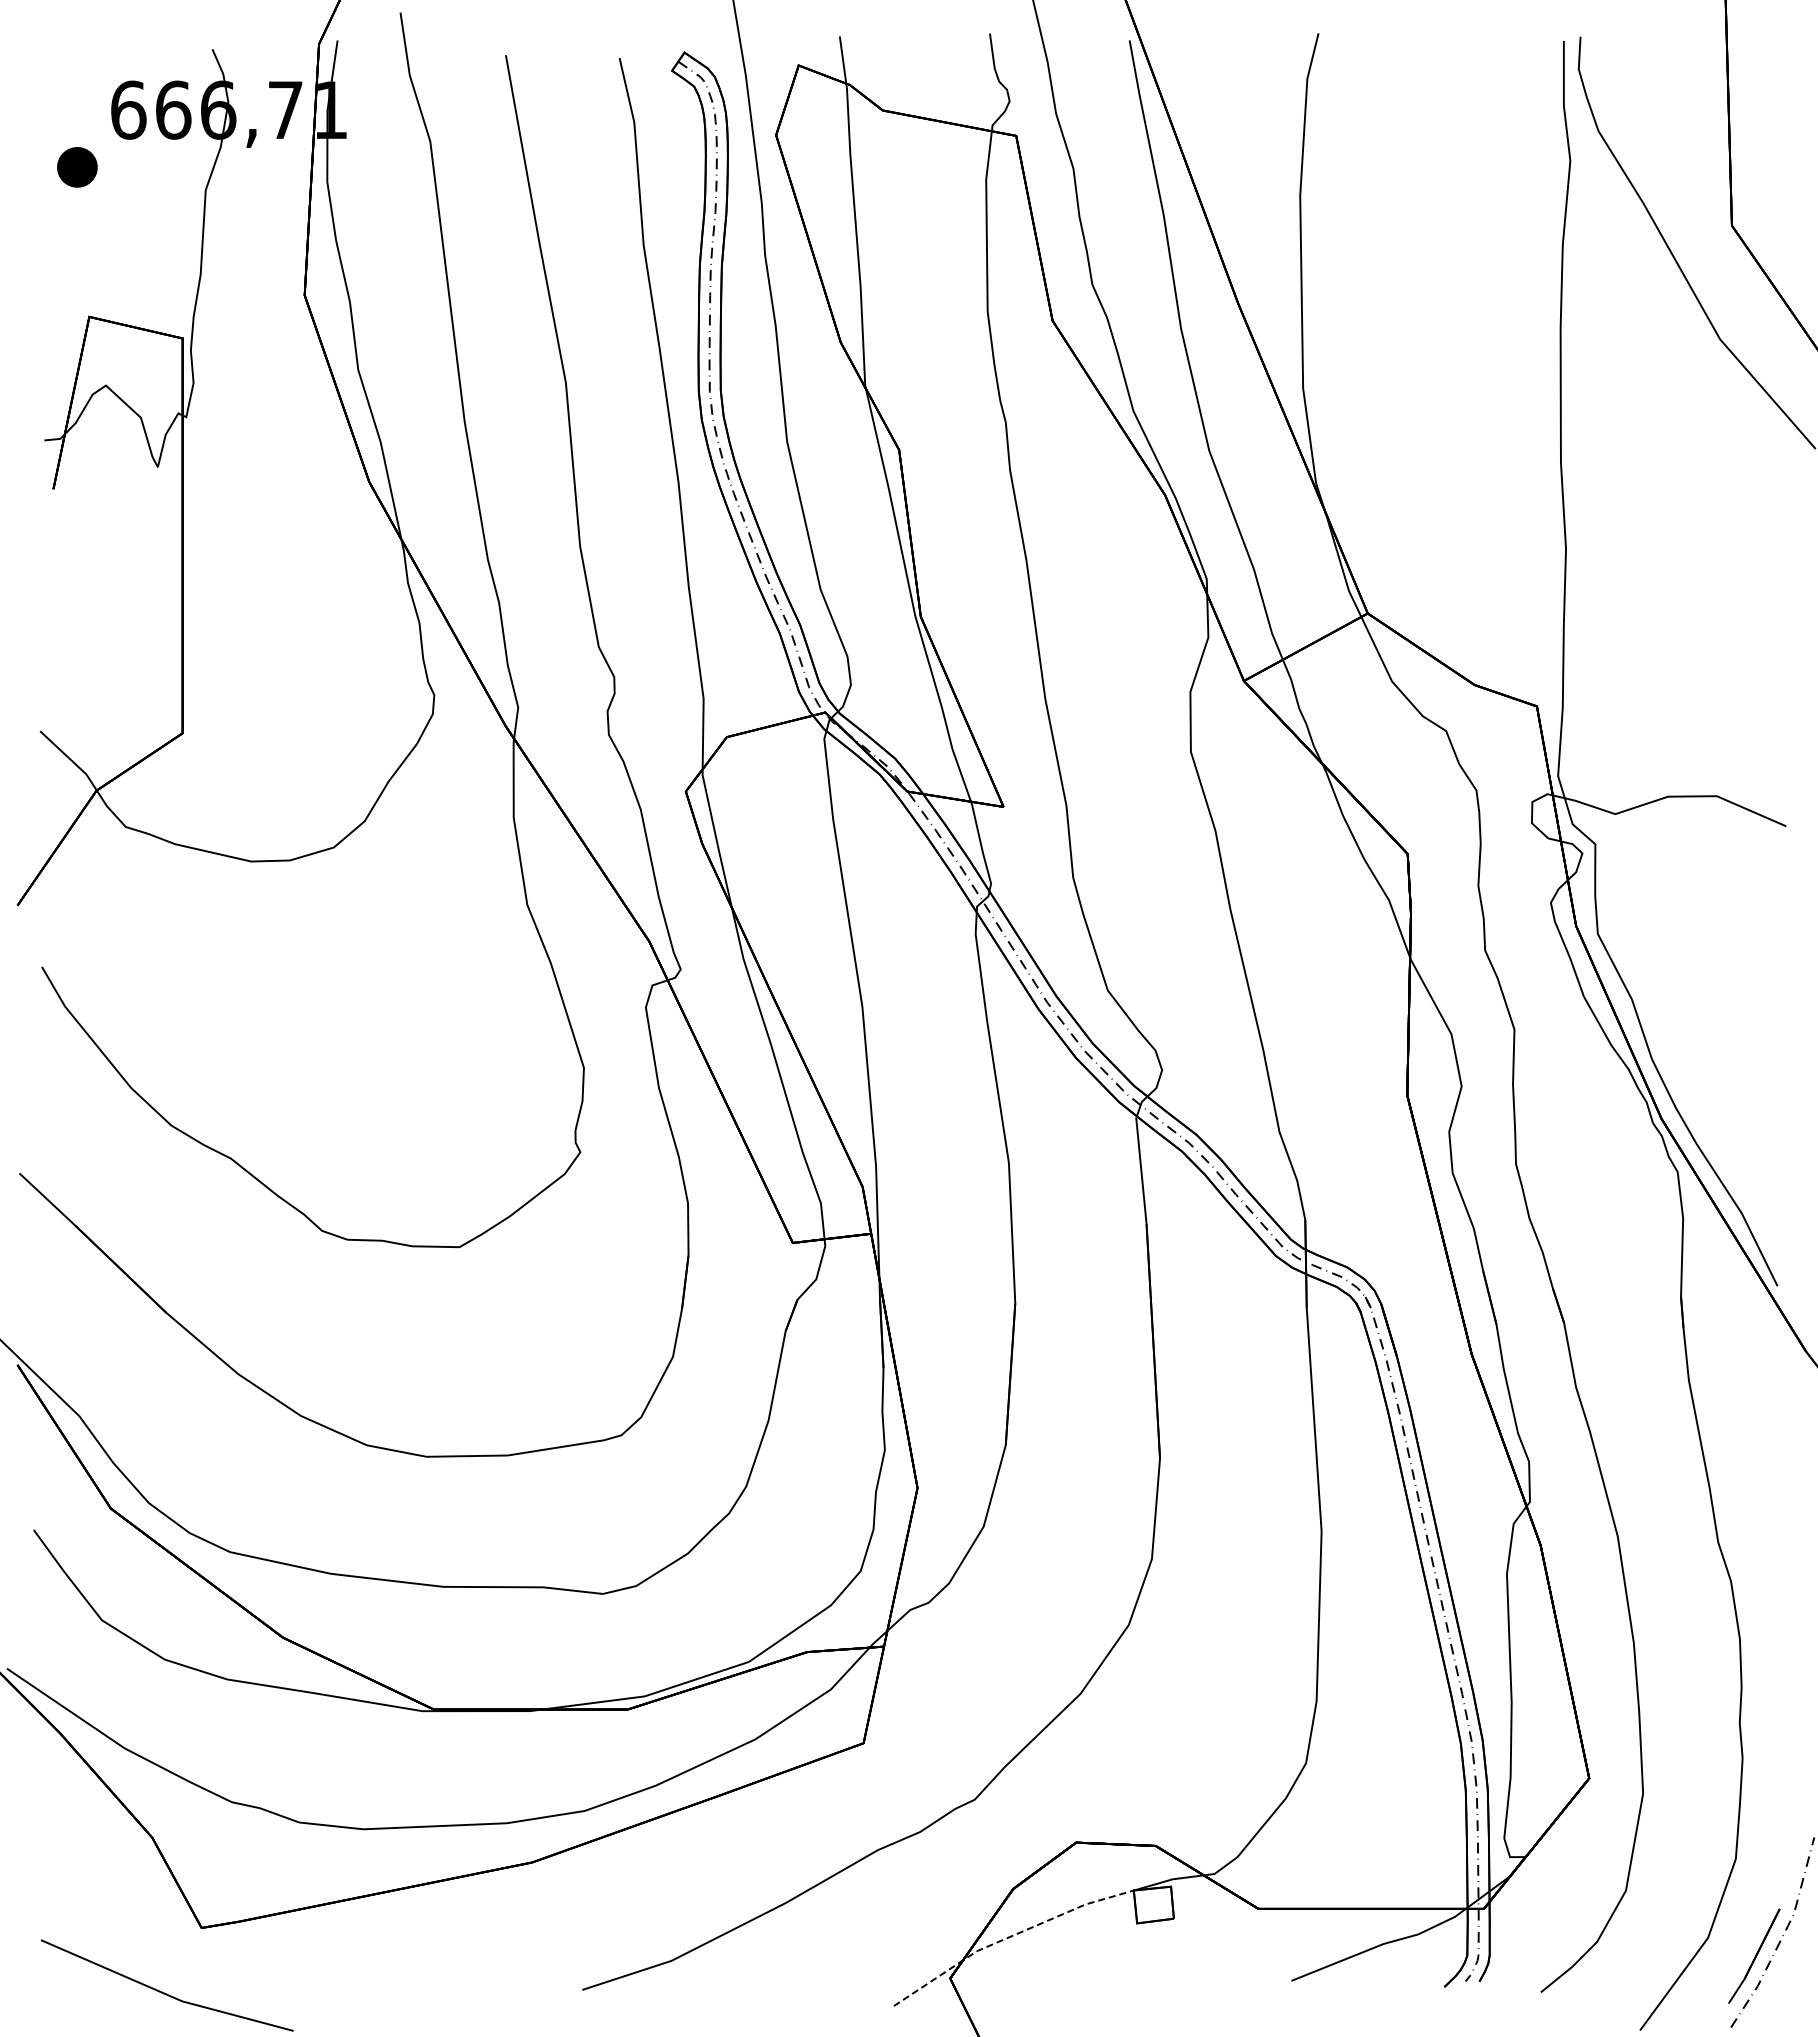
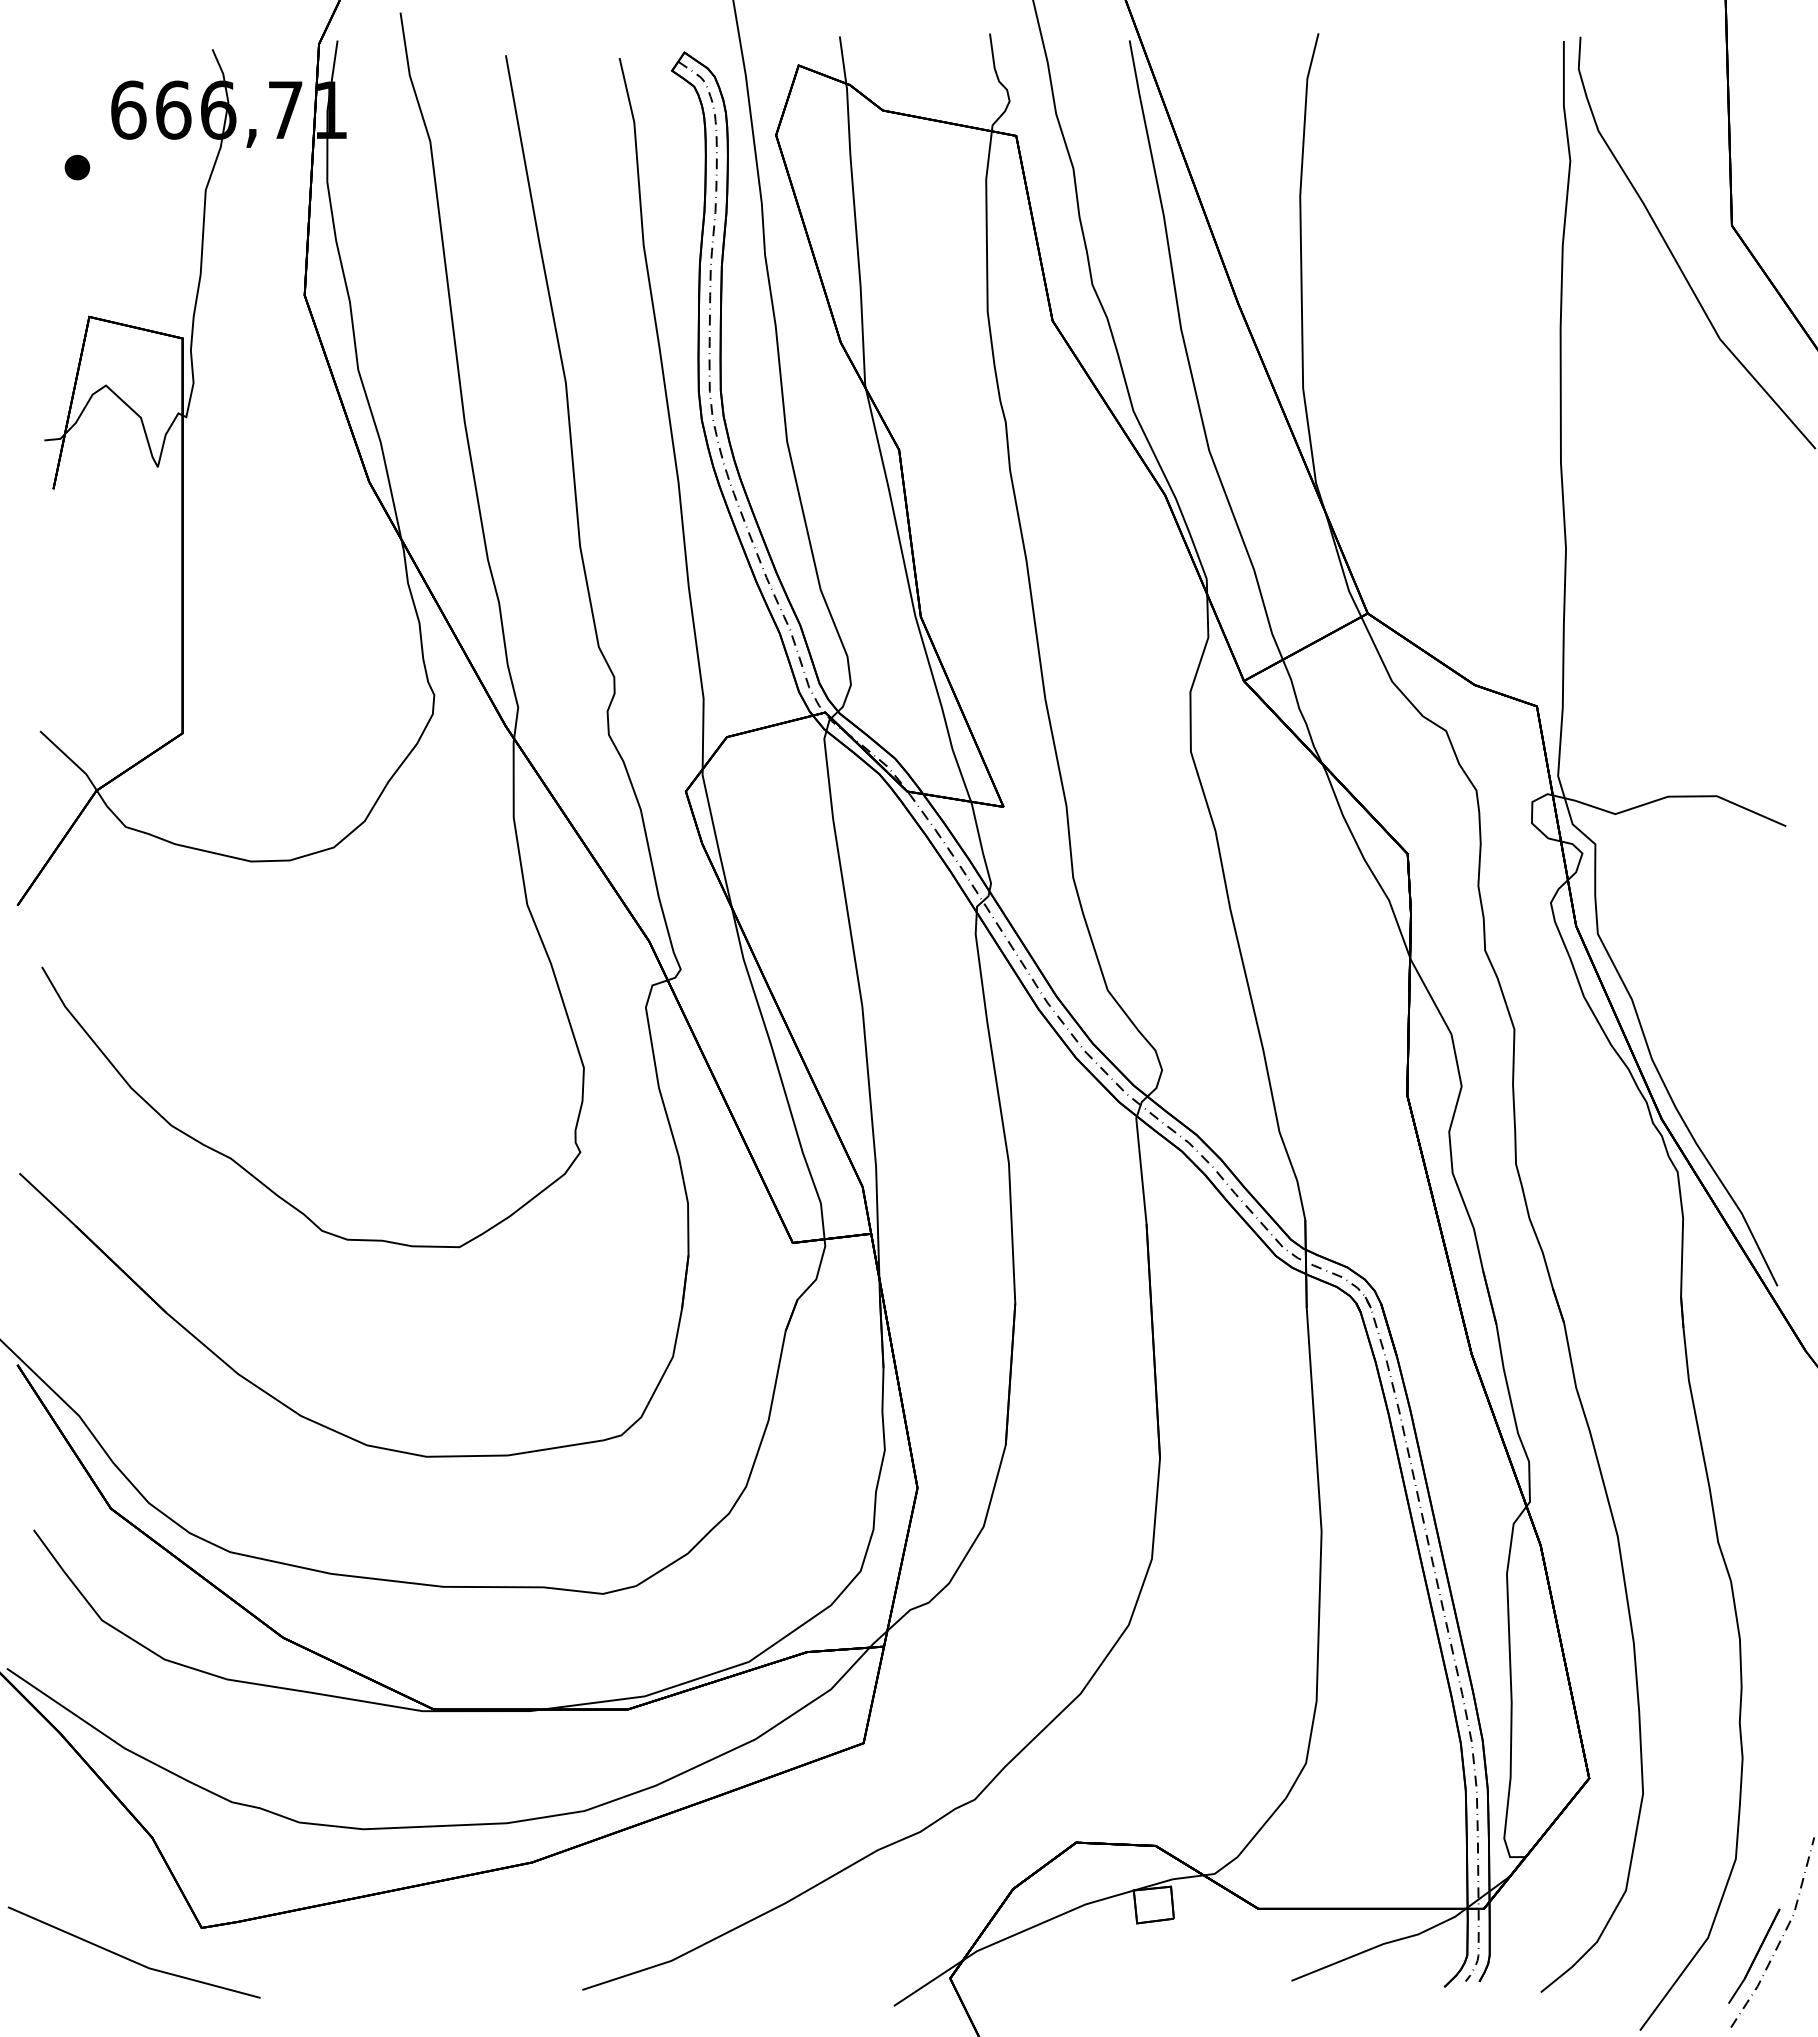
part at (77, 167) size: 41x41 px -> 27x26 px
line at (1008, 1937): dashed -> solid
line at (162, 1991) position: (162, 1991) -> (129, 1958)
